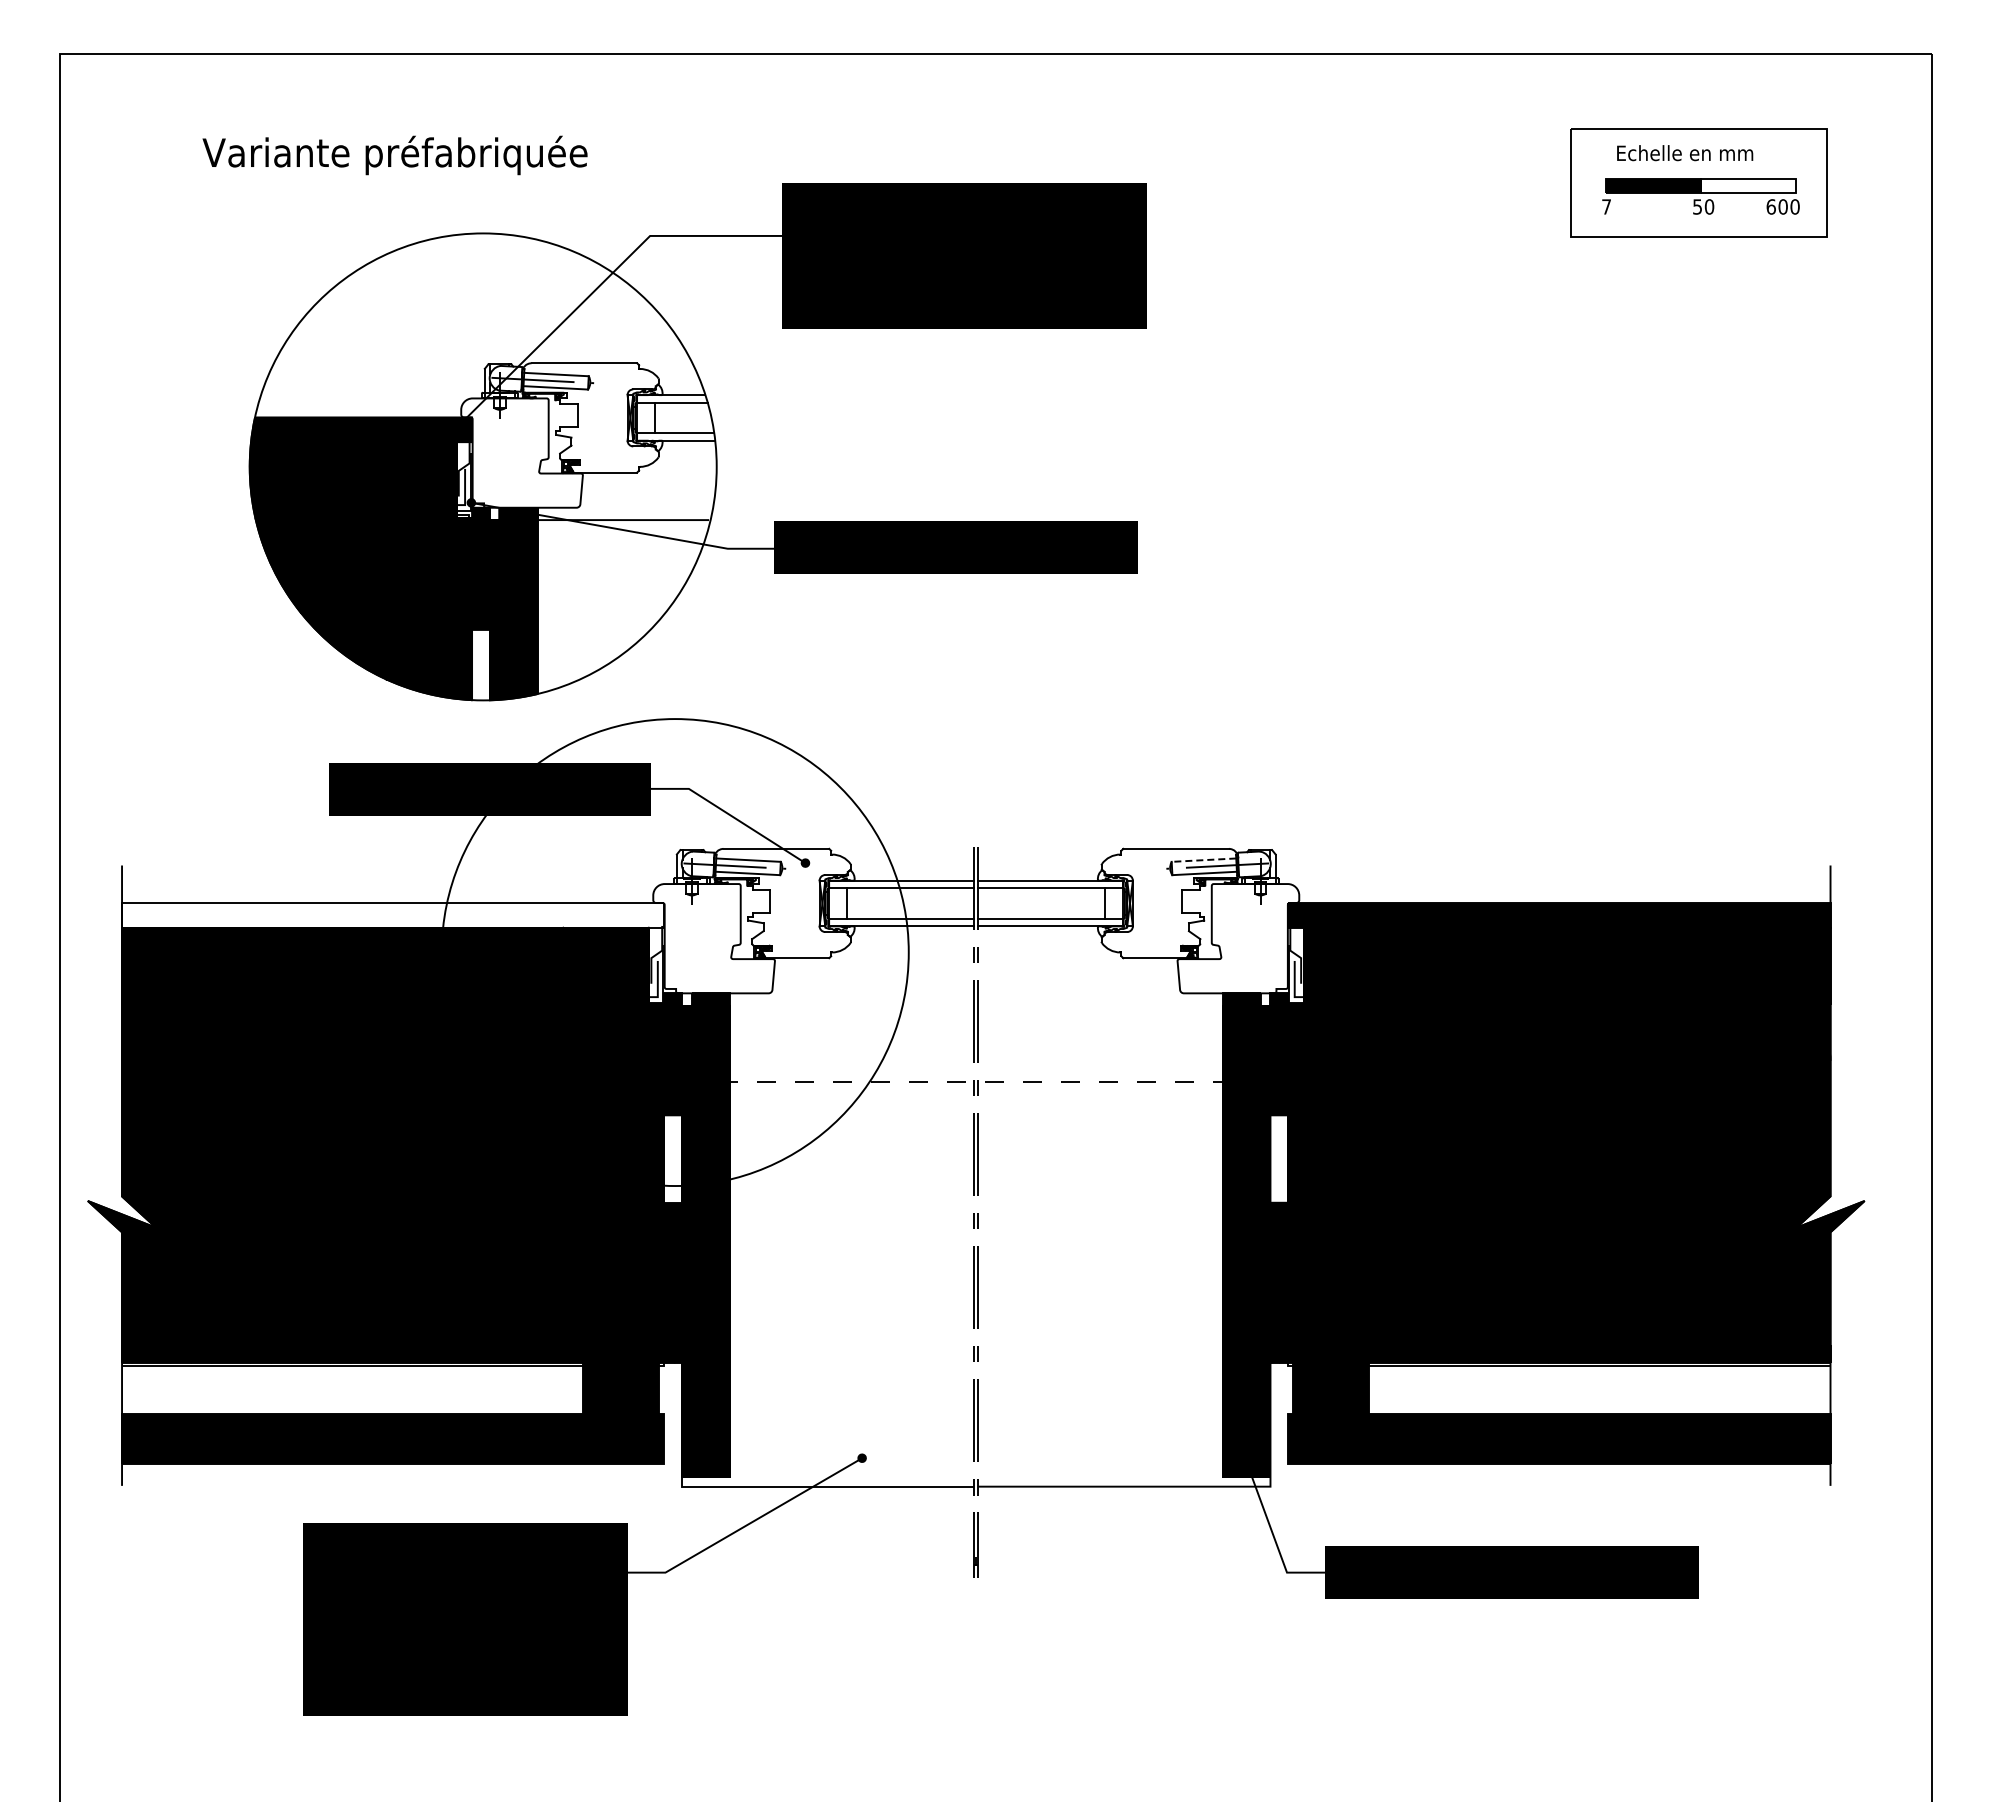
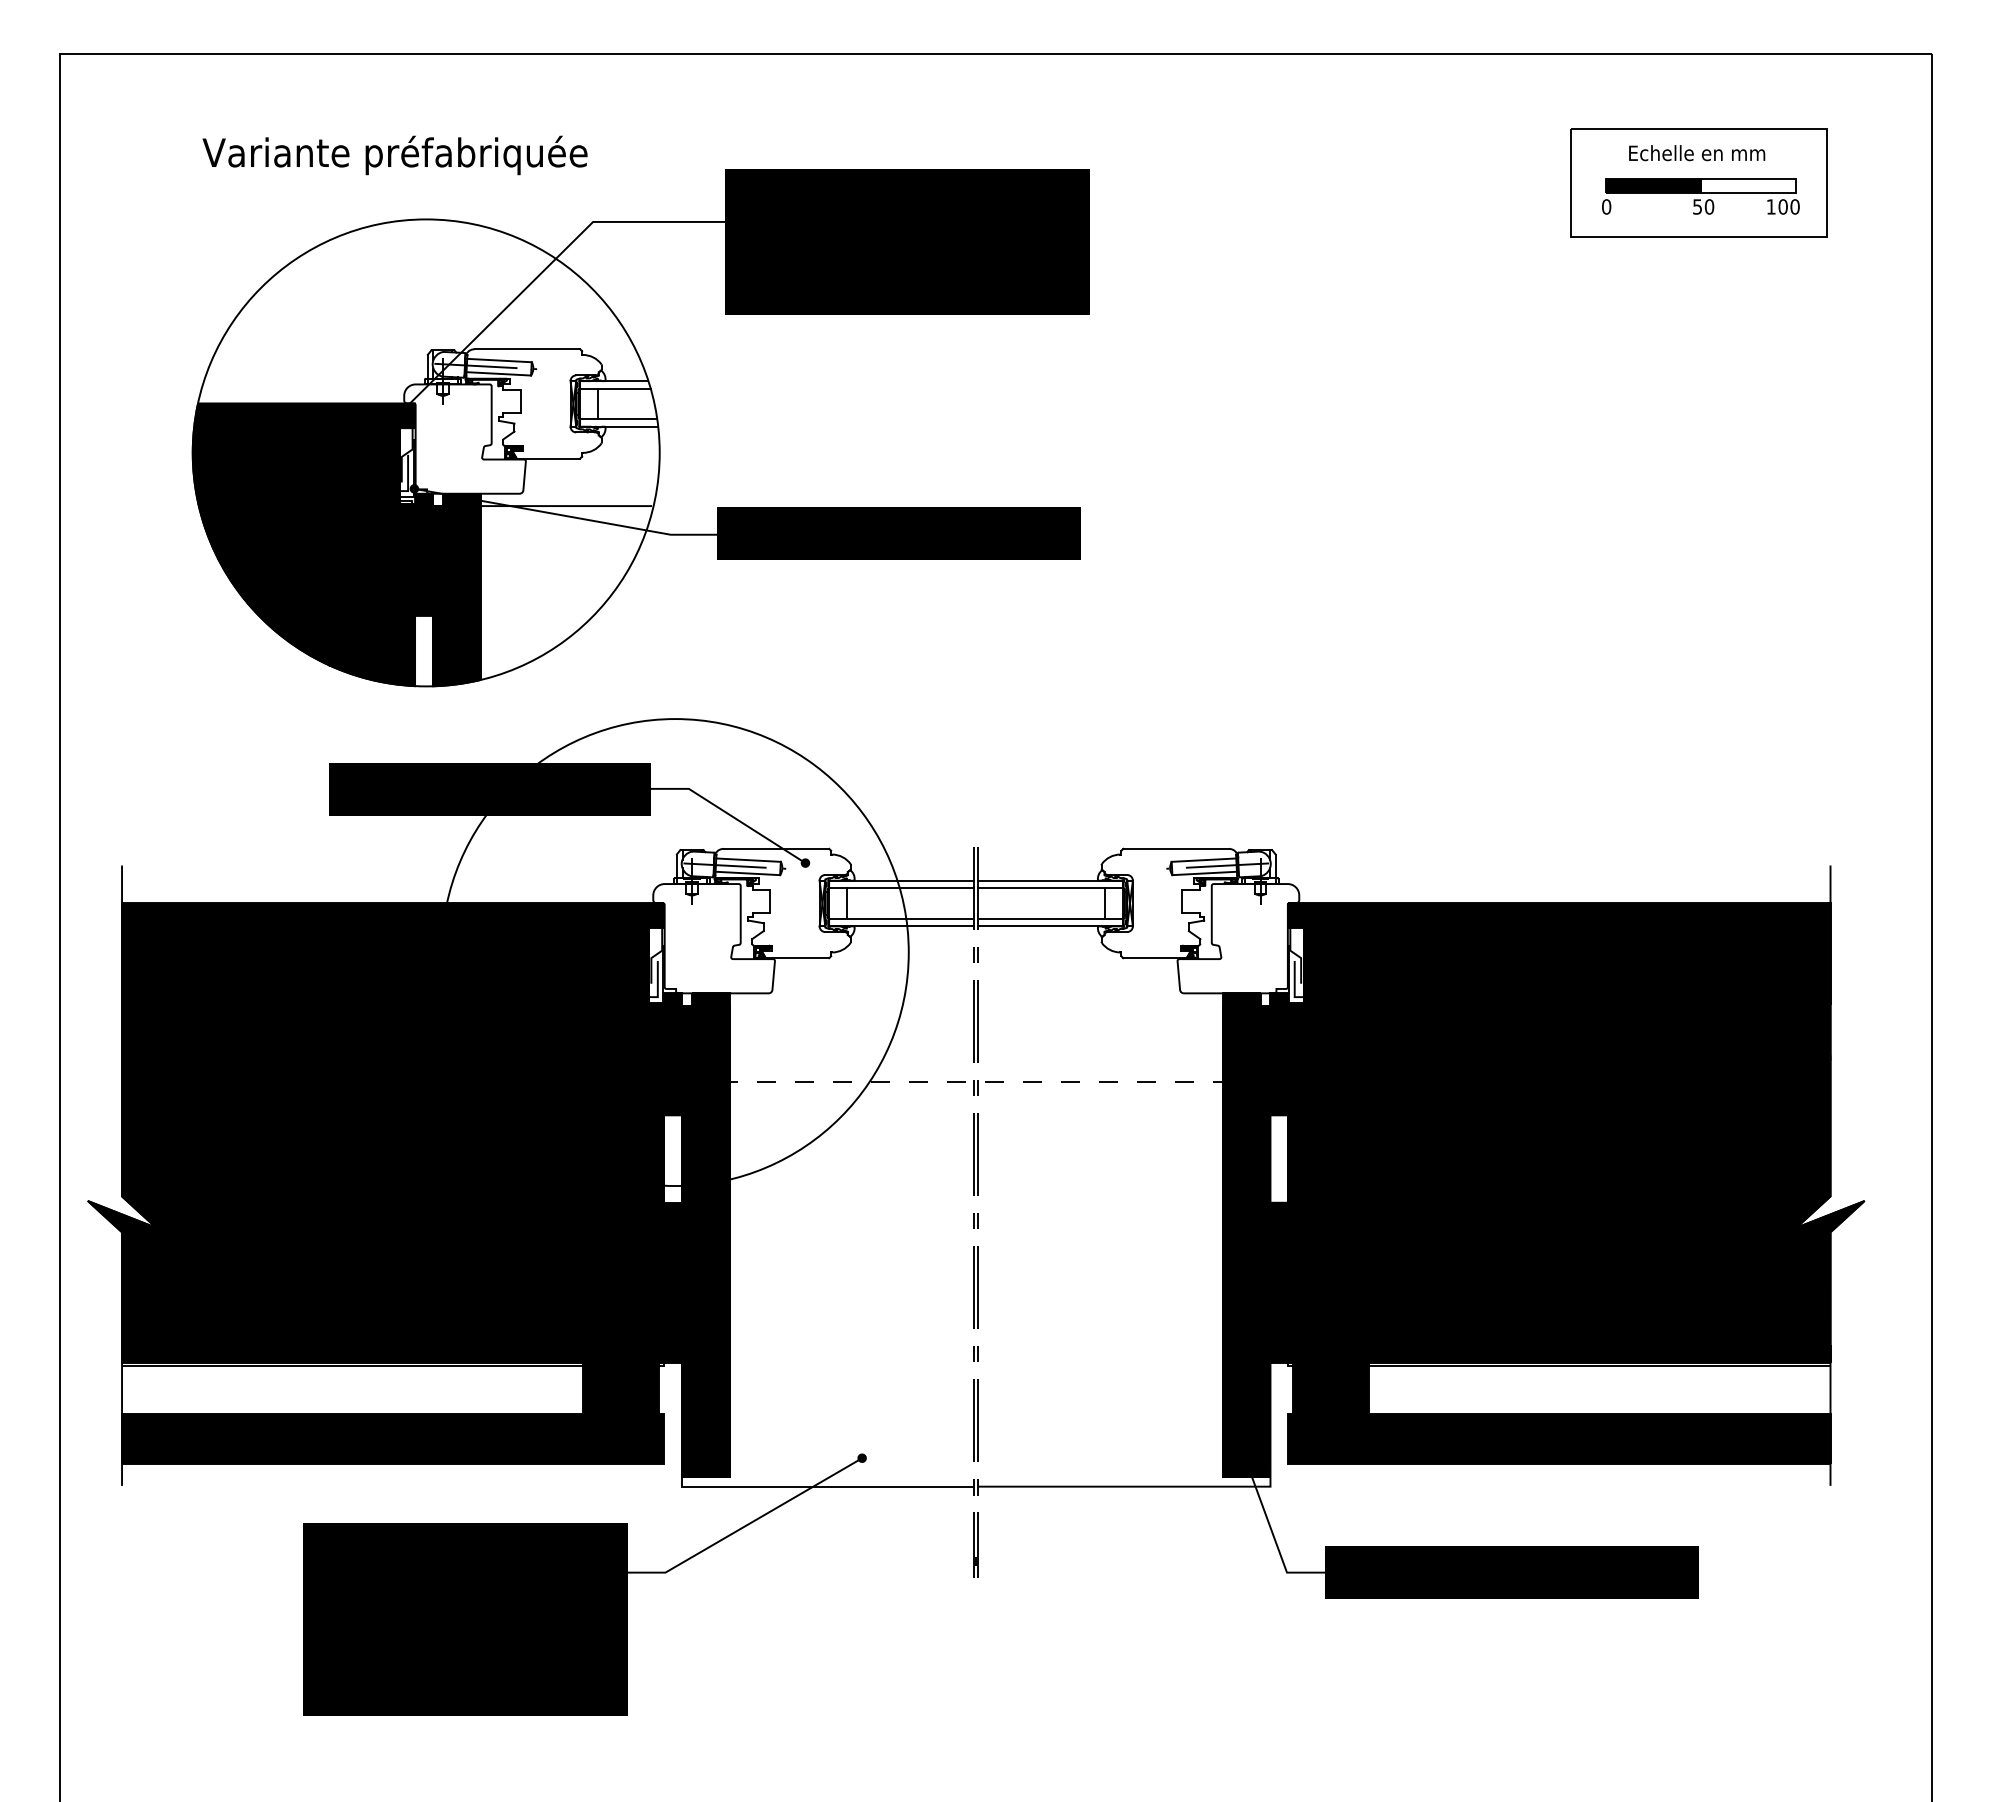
text at (1685, 153) position: (1685, 153) -> (1697, 153)
text at (1606, 206): 7 -> 0
text at (1770, 206): 600 -> 100
part at (697, 442) position: (697, 442) -> (640, 428)
line at (1203, 860): dashed -> solid
fill at (393, 915): none -> present
